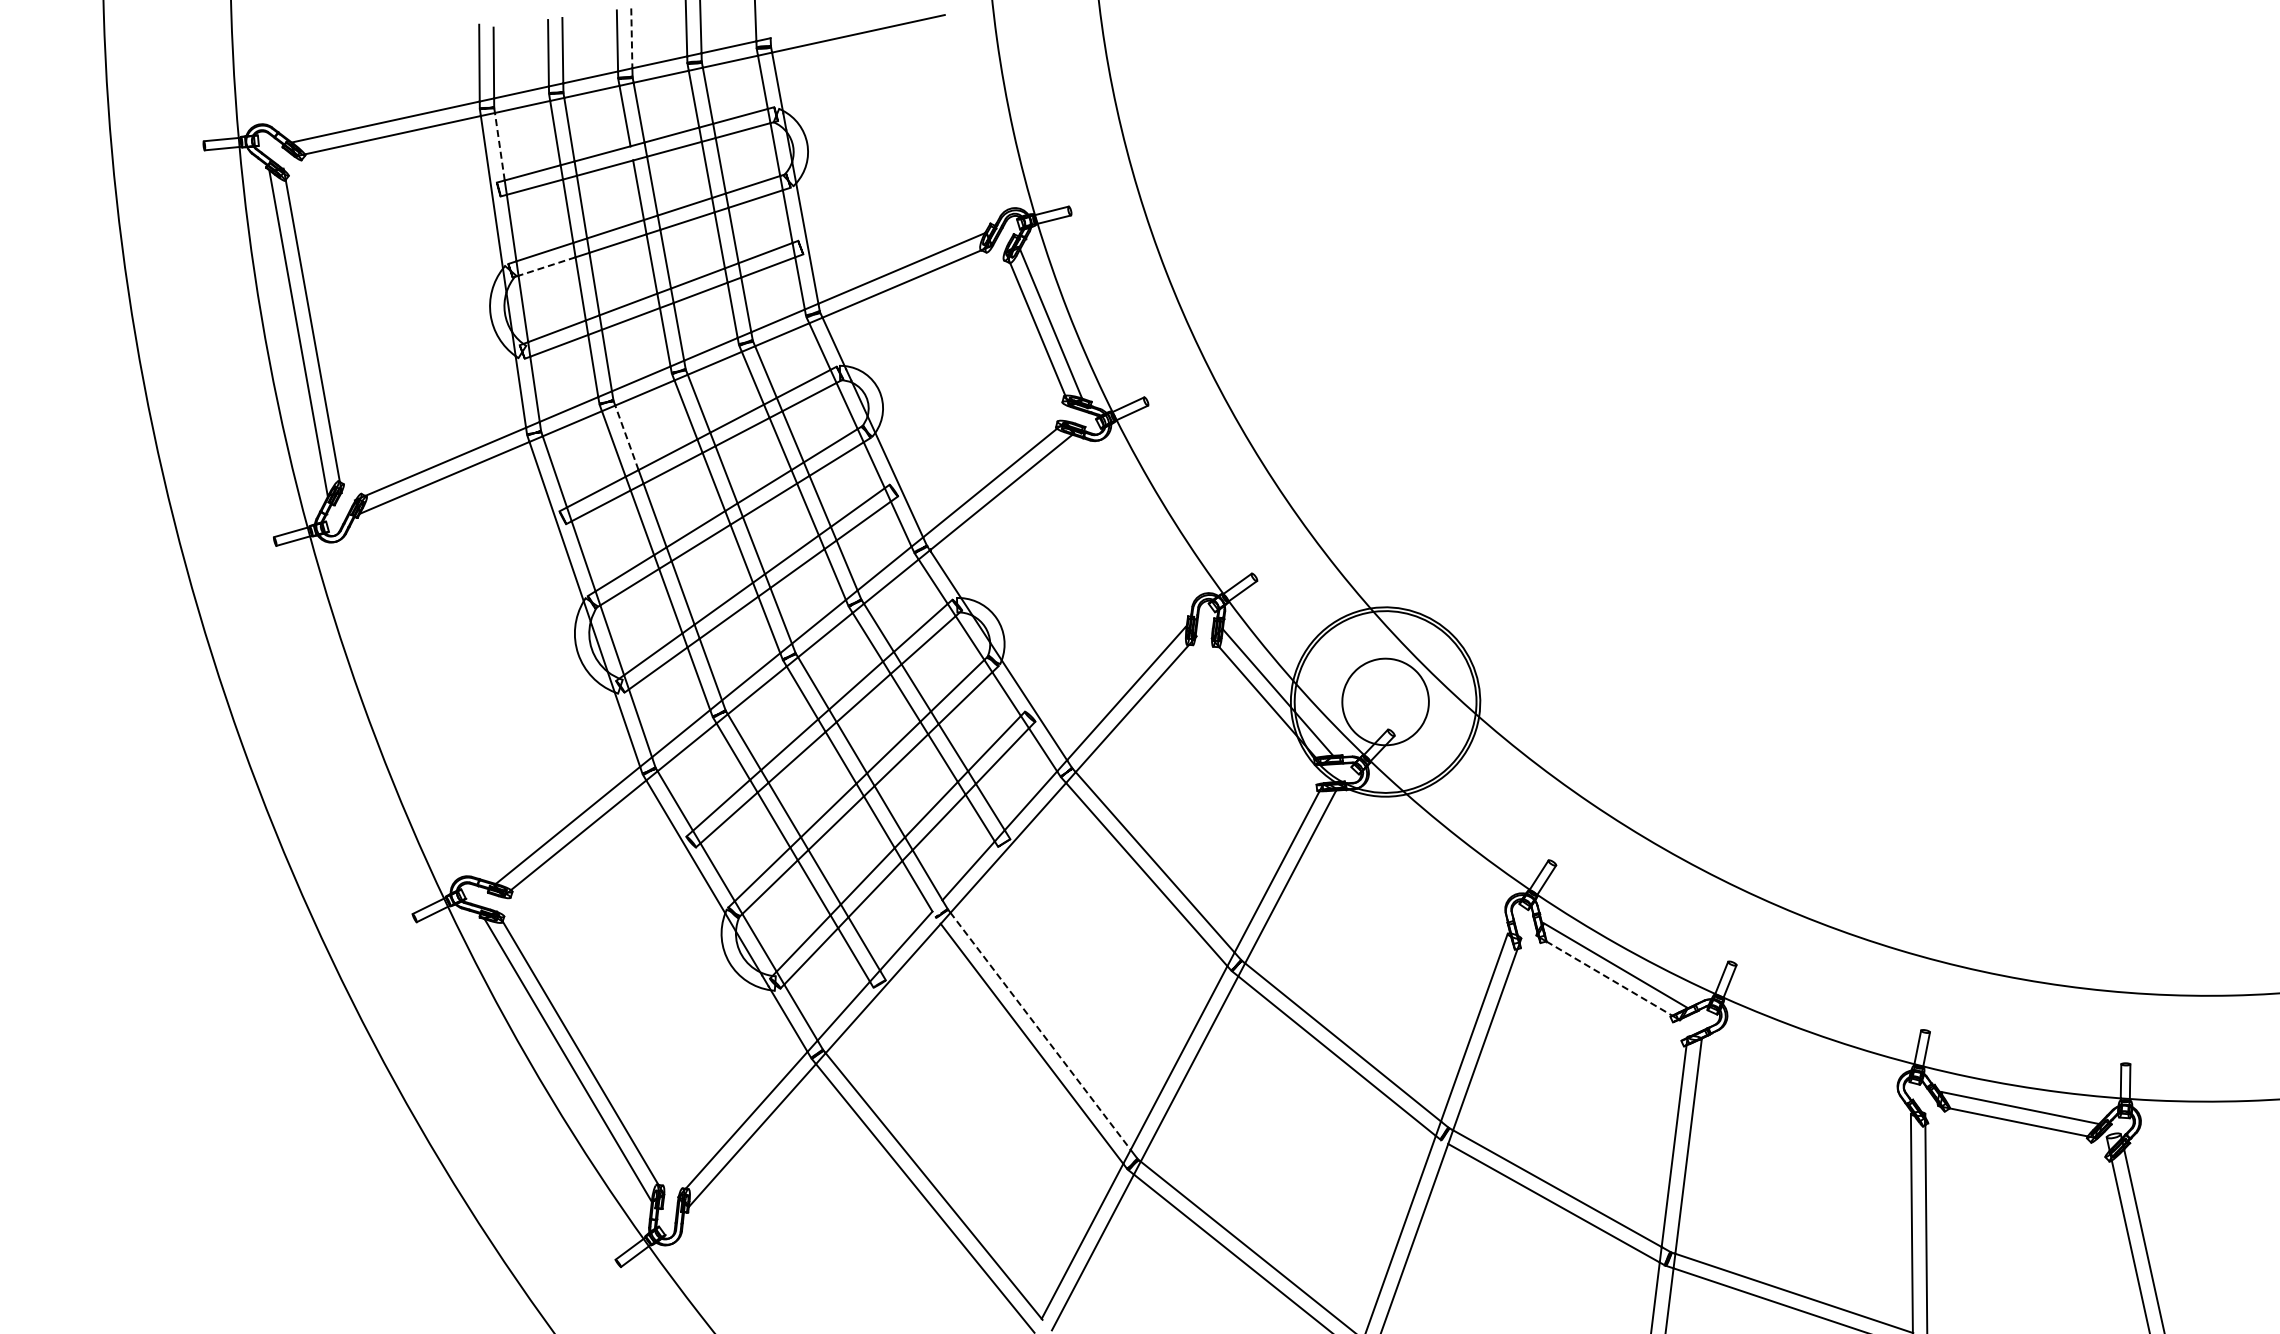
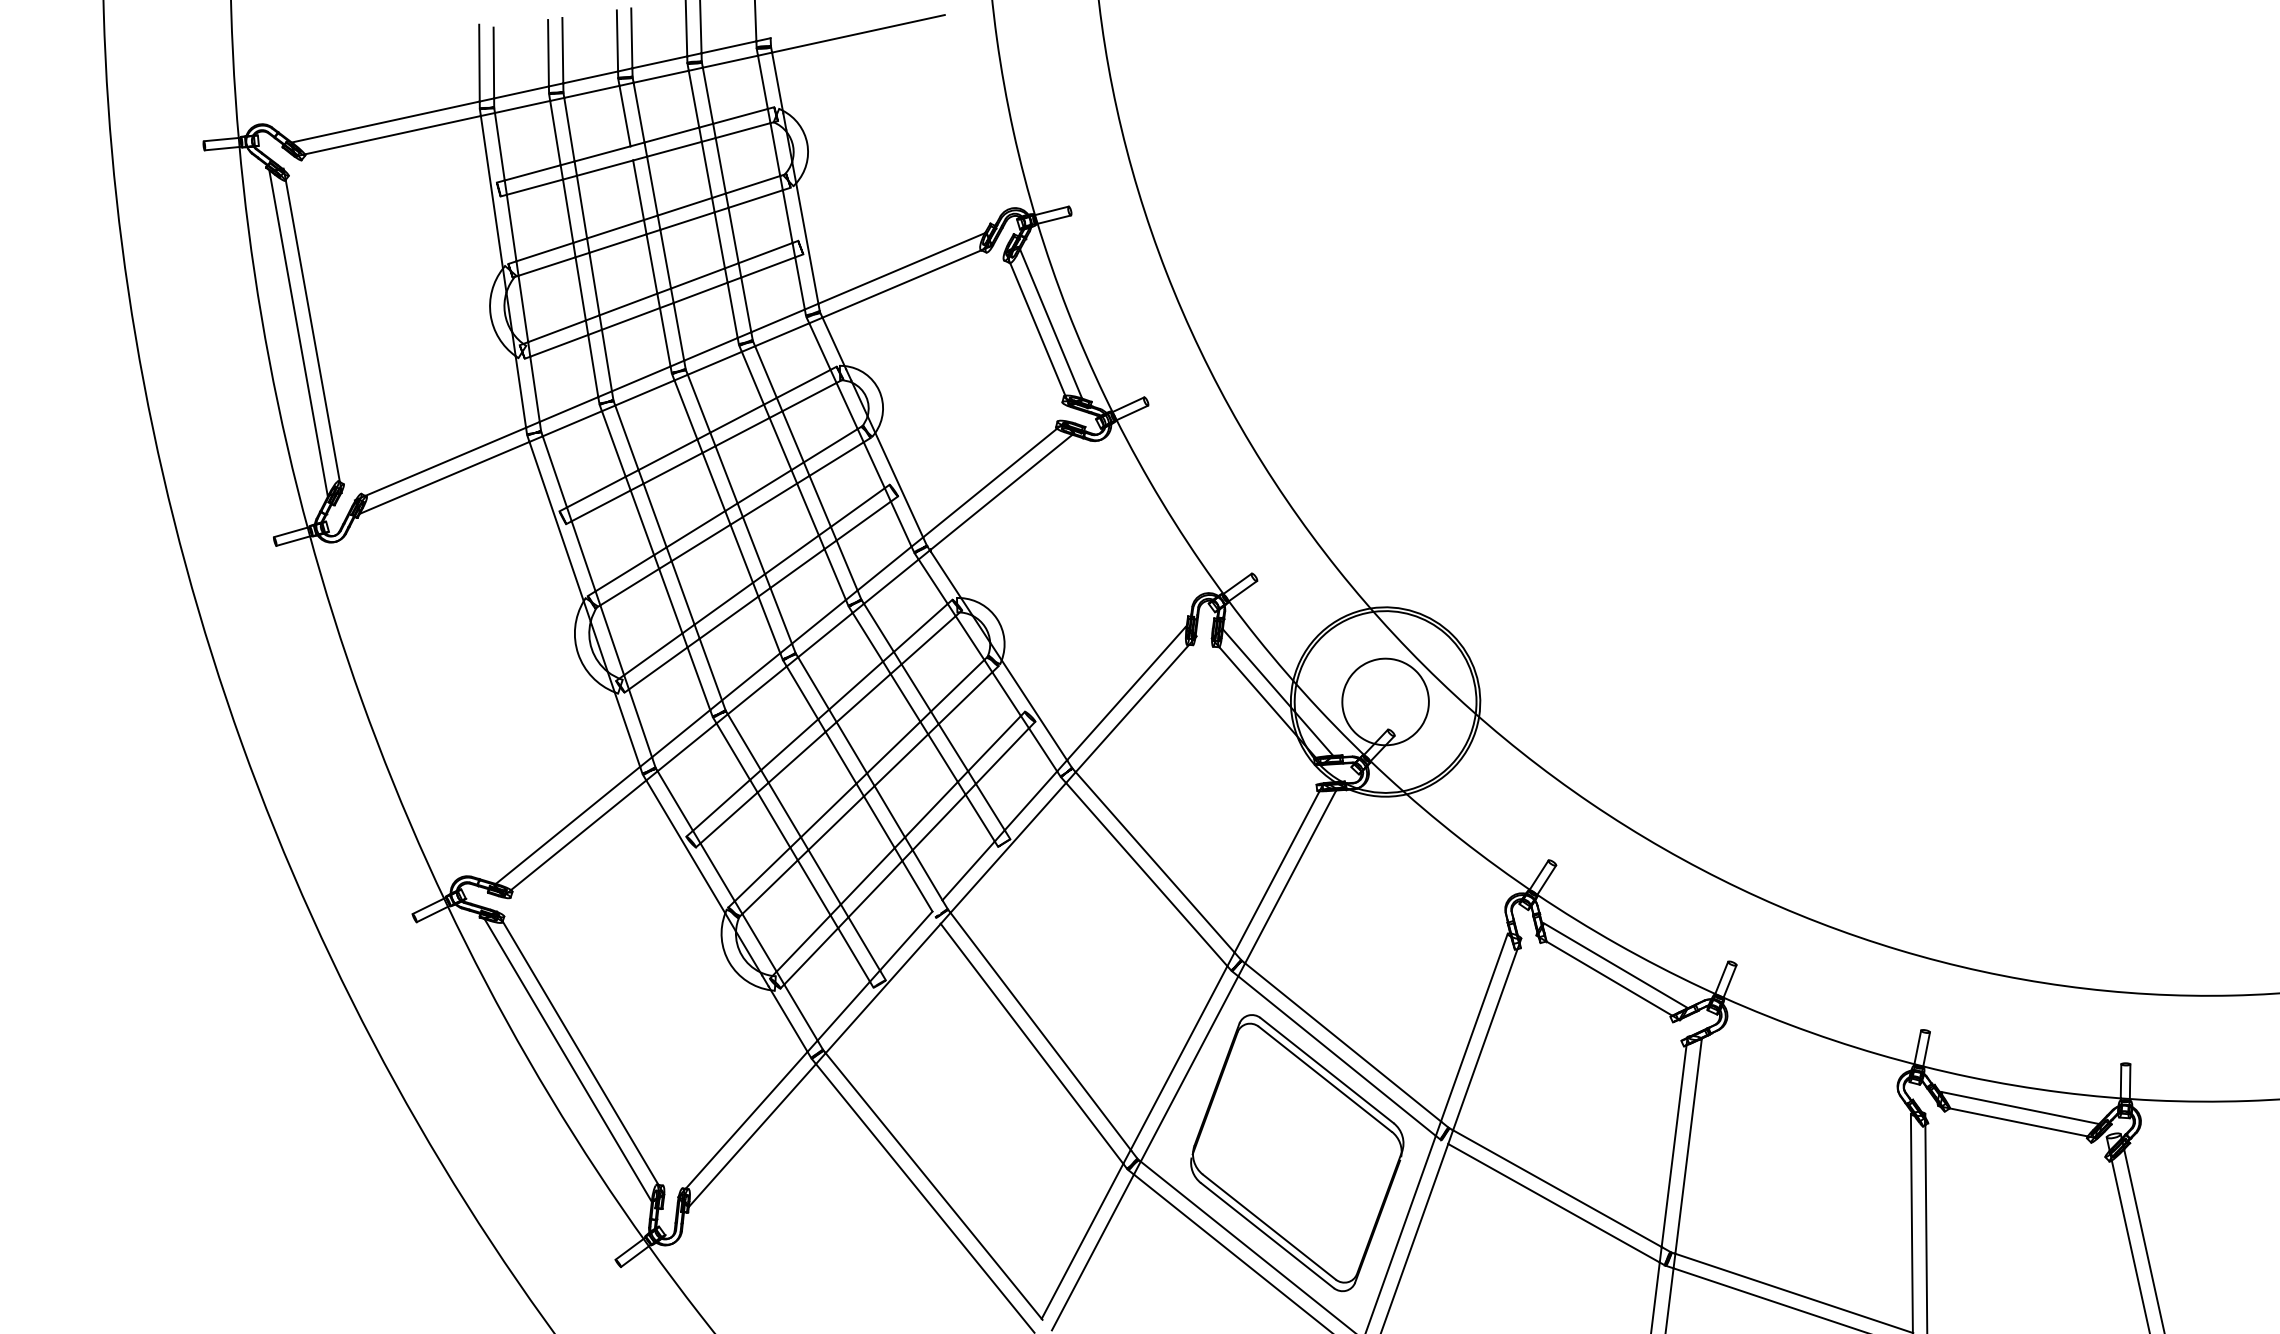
line at (631, 38): dashed -> solid
line at (499, 146): dashed -> solid
line at (547, 266): dashed -> solid
line at (626, 437): dashed -> solid
line at (1609, 978): dashed -> solid
line at (1040, 1031): dashed -> solid
part at (1297, 1153): none -> present
